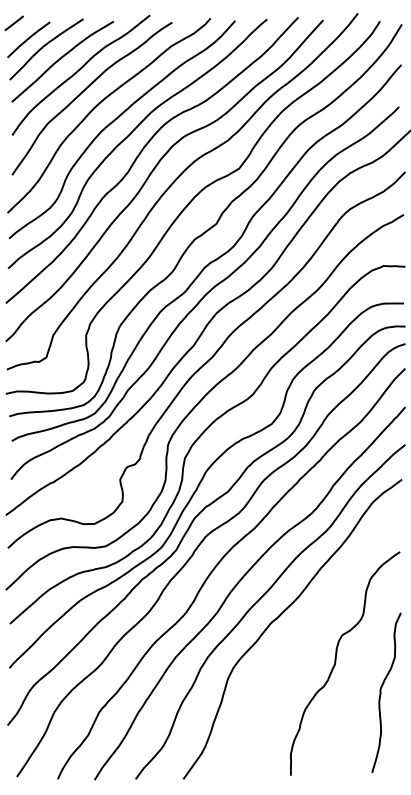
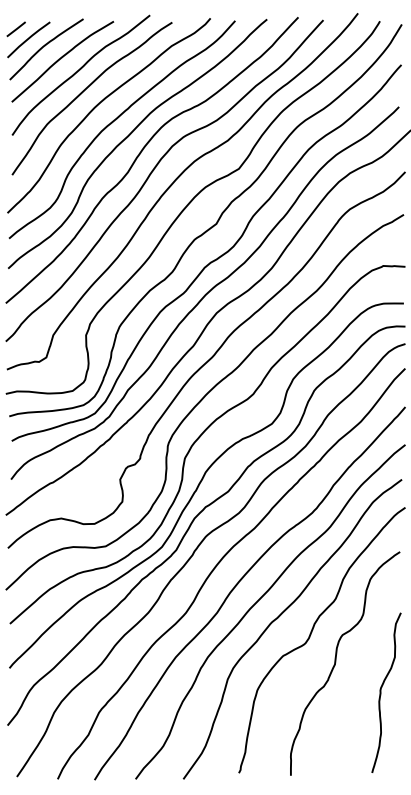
line at (13, 23) position: (13, 23) -> (15, 29)
curve at (310, 637): none -> present
